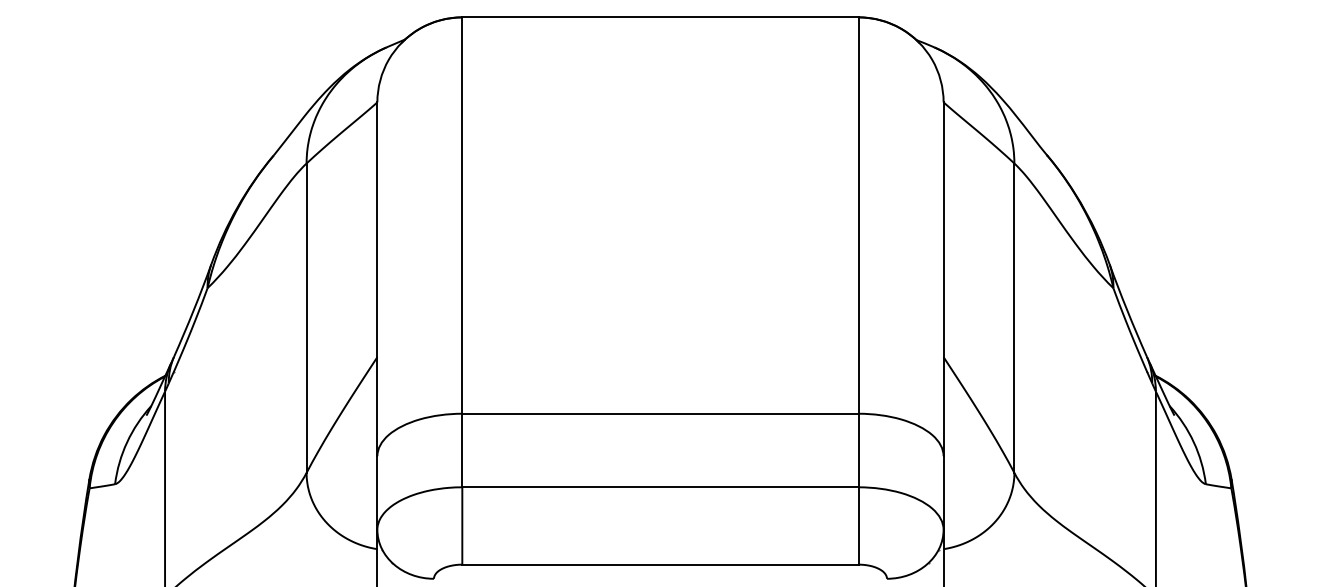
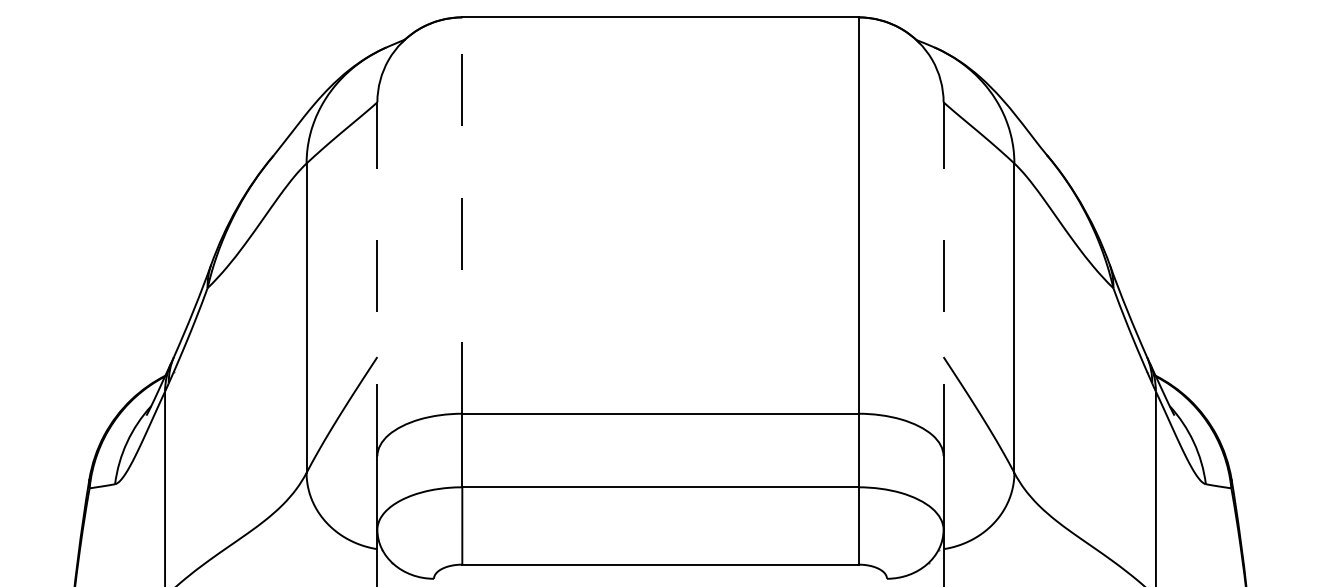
line at (462, 215): solid -> dashed
line at (377, 279): solid -> dashed
line at (943, 279): solid -> dashed
